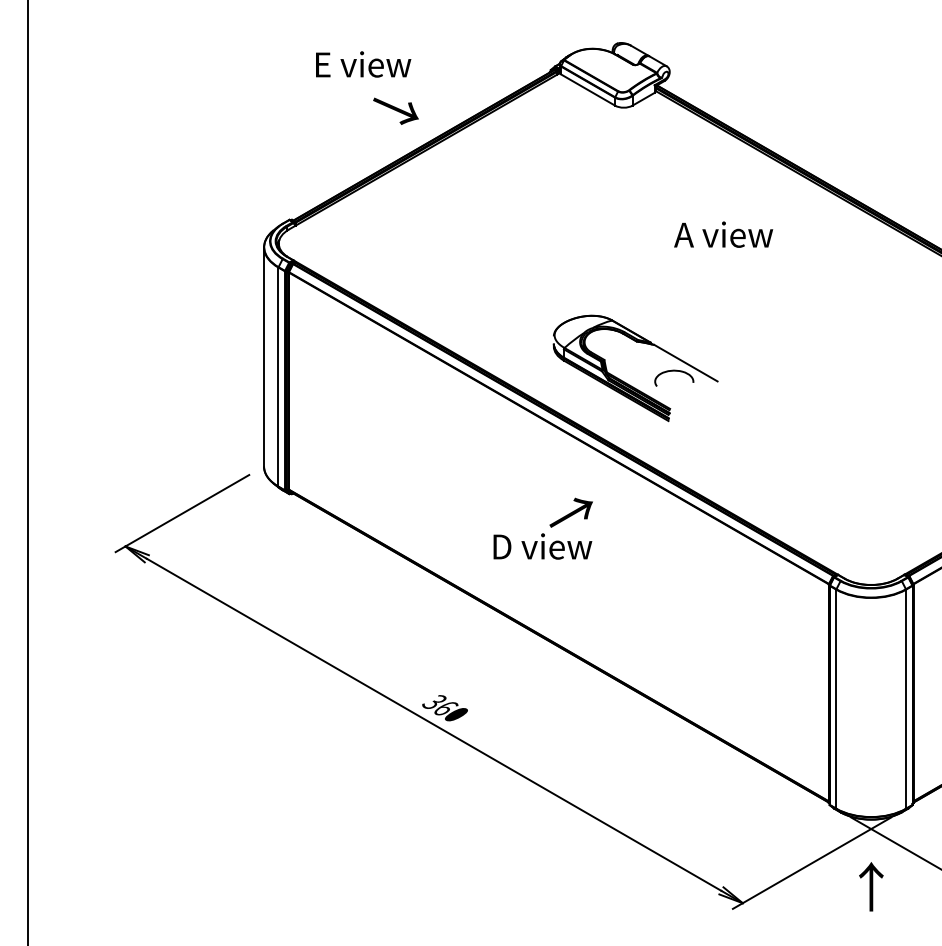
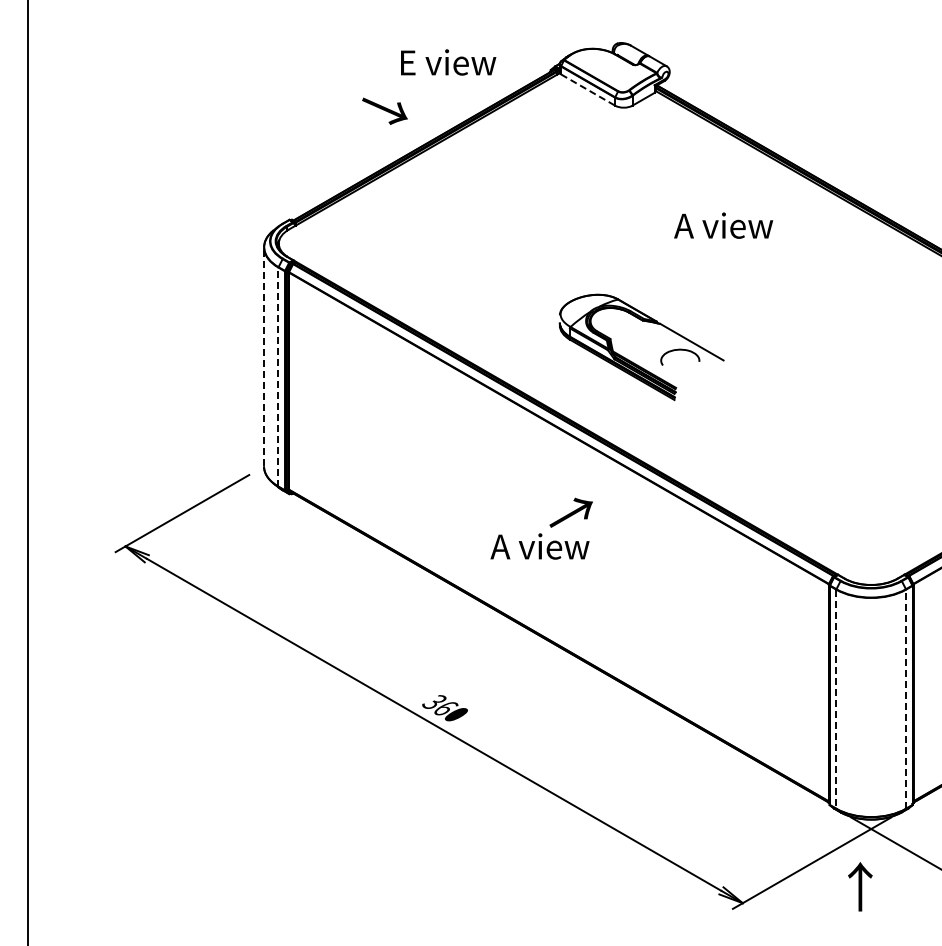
text at (363, 64) position: (363, 64) -> (448, 62)
line at (588, 90): solid -> dashed
text at (395, 110) position: (395, 110) -> (384, 110)
text at (723, 234) position: (723, 234) -> (723, 225)
line at (264, 356): solid -> dashed
line at (278, 376): solid -> dashed
part at (628, 383) position: (628, 383) -> (634, 362)
text at (541, 546): D view -> A view
line at (906, 698): solid -> dashed
line at (836, 699): solid -> dashed
text at (871, 886) position: (871, 886) -> (860, 886)
